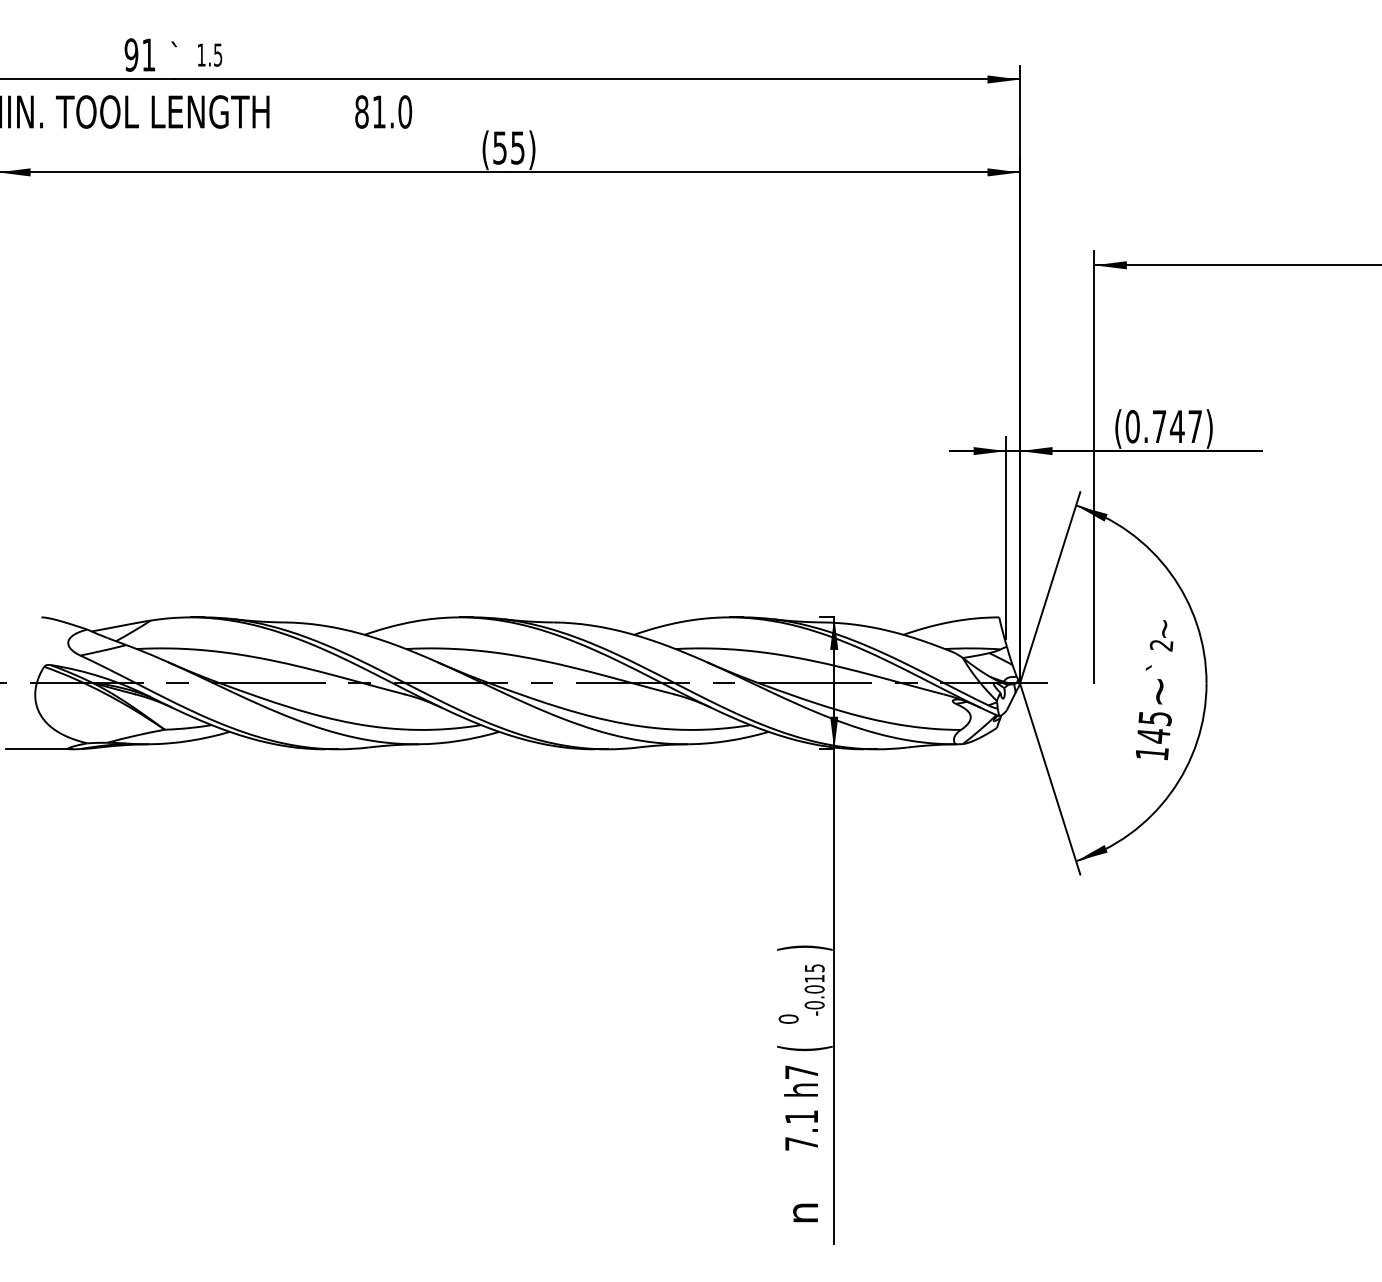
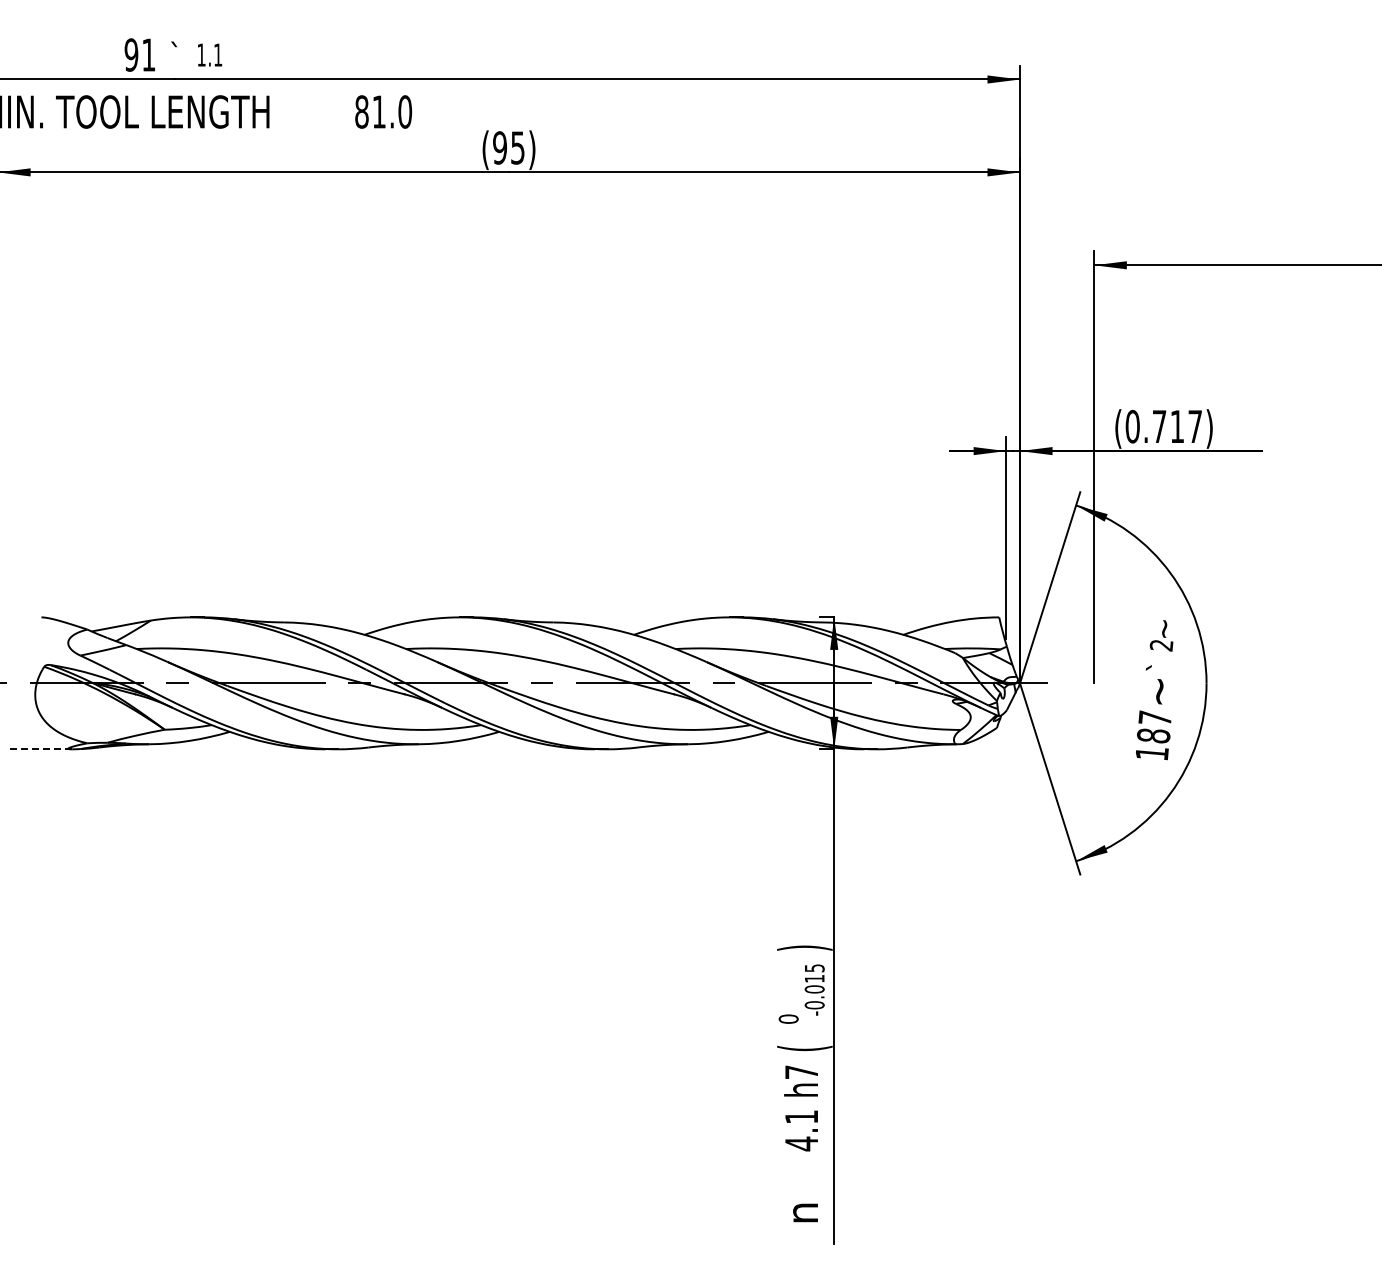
text at (218, 54): 1.5 -> 1.1
text at (499, 147): (55) -> (95)
text at (1177, 426): (0.747) -> (0.717)
text at (1154, 726): 145 -> 187
line at (39, 749): solid -> dashed
text at (801, 1143): 7.1 -> 4.1
